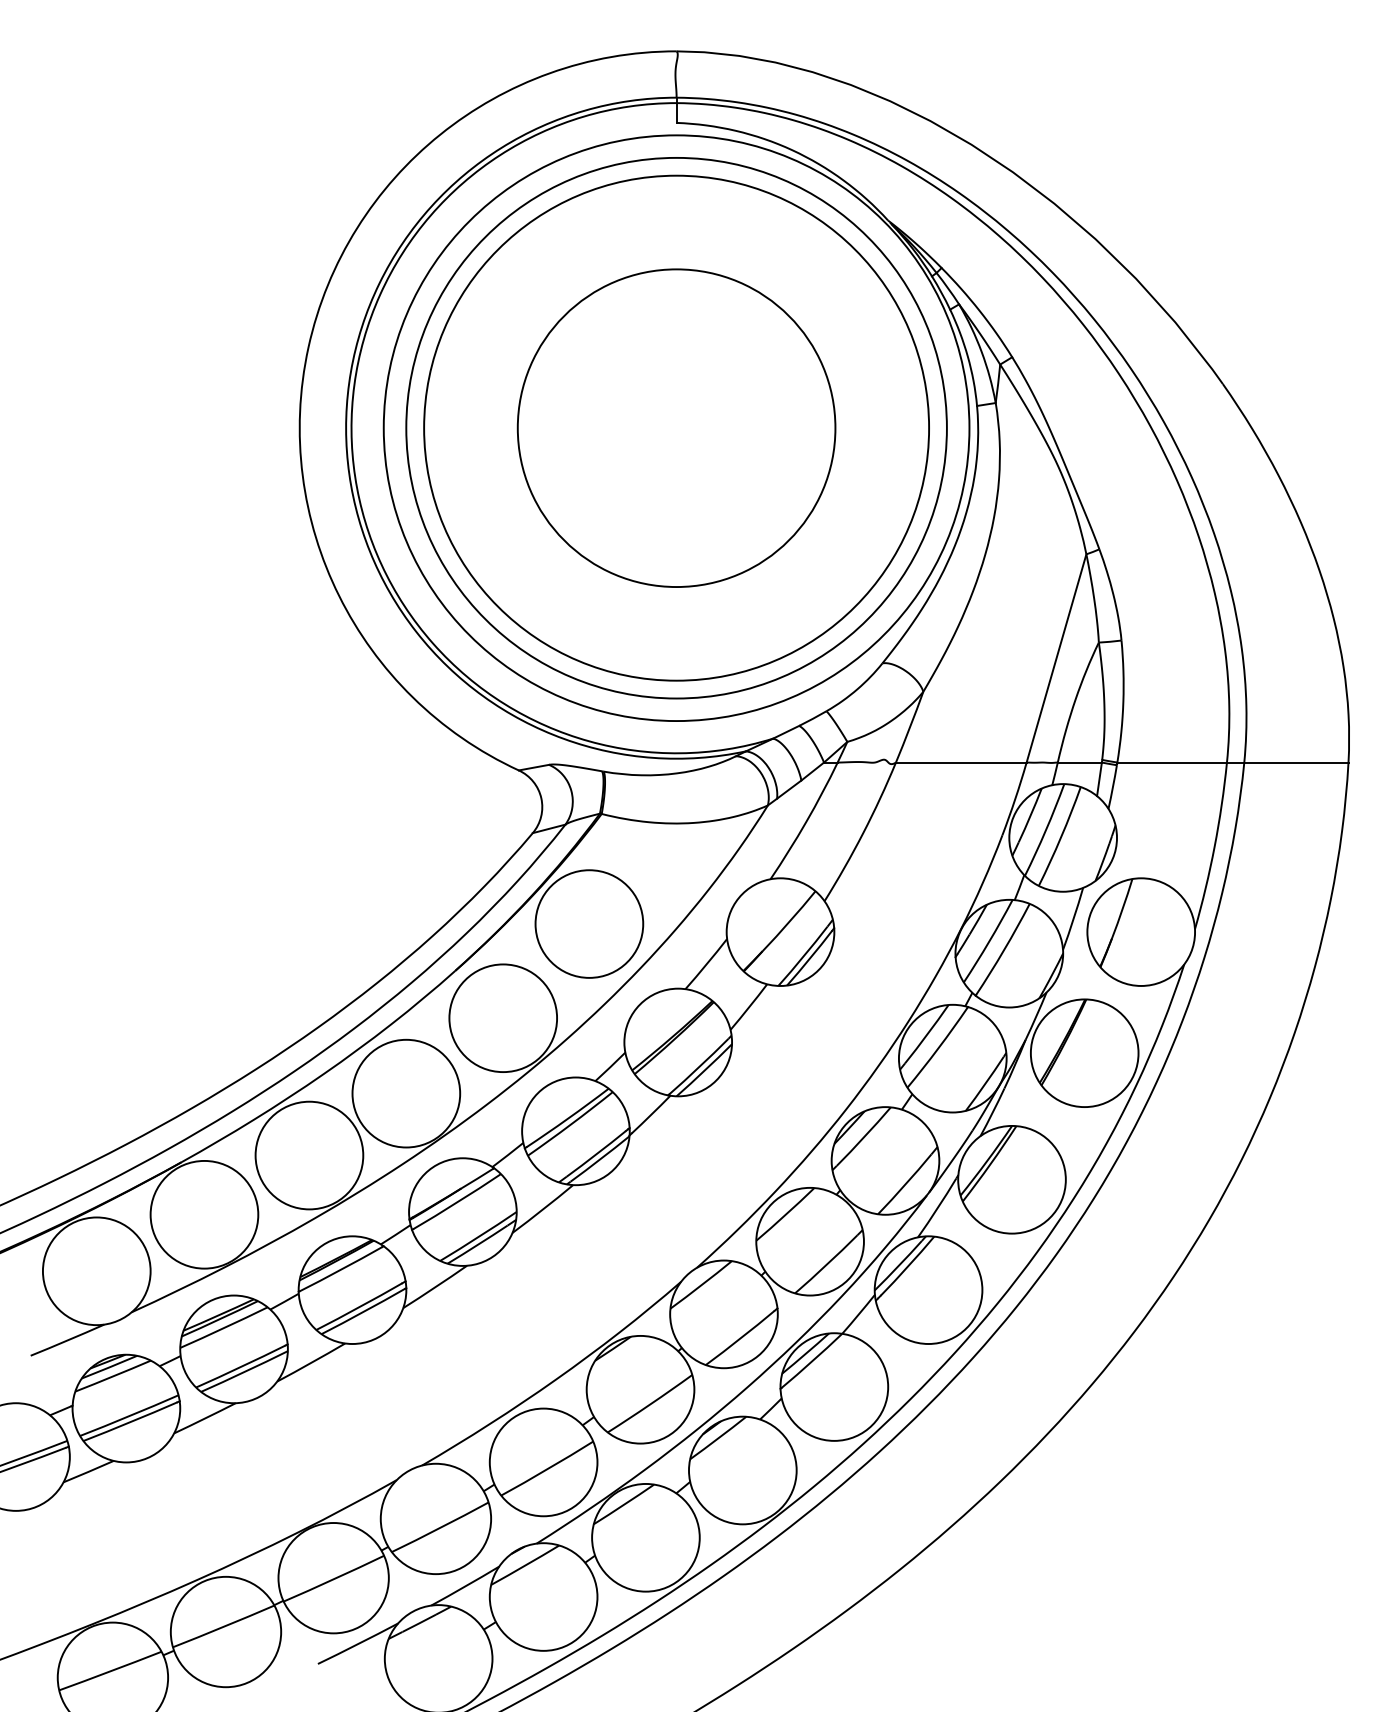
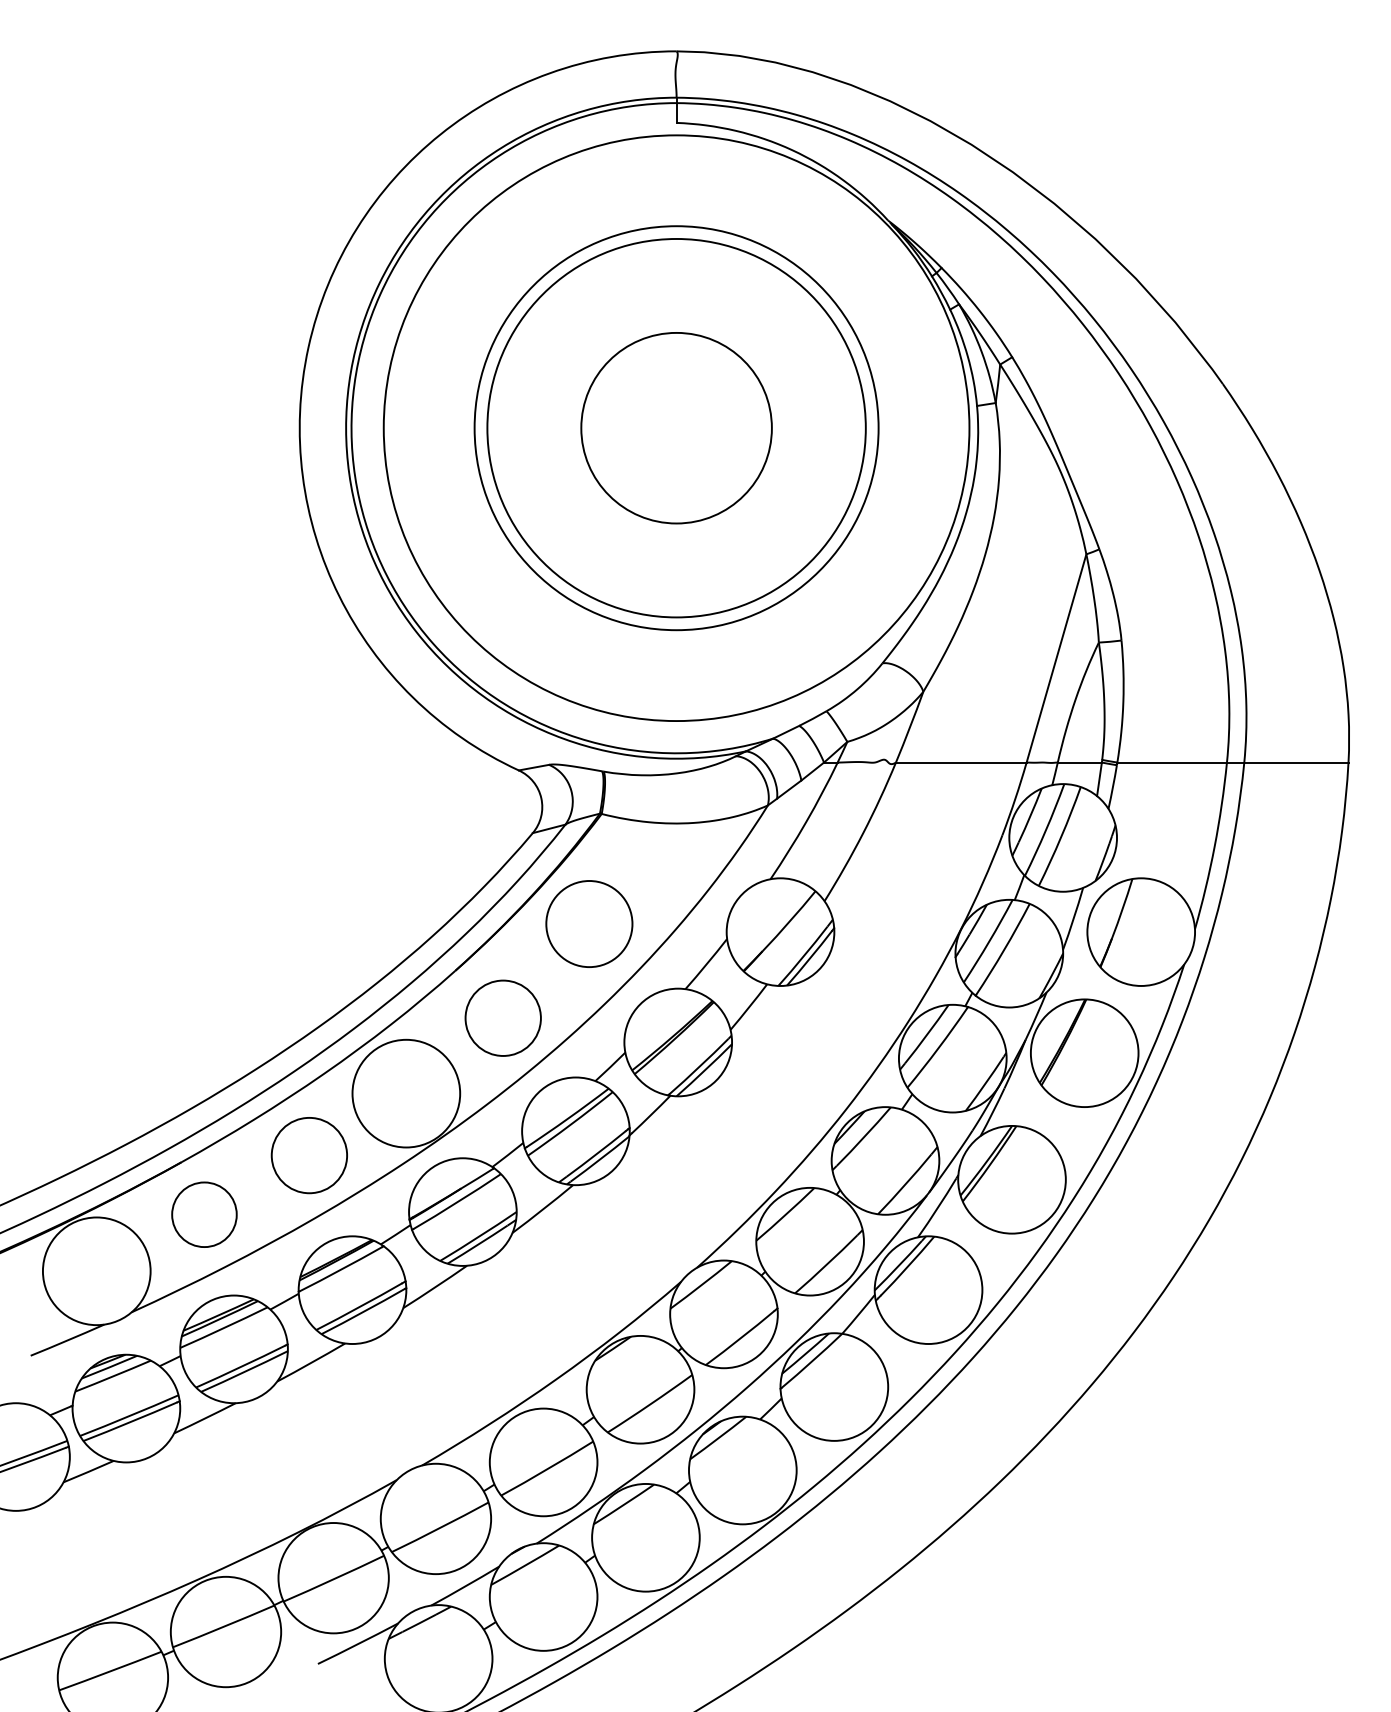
circle at (676, 427) diameter: 505 px -> 404 px
circle at (676, 427) diameter: 541 px -> 378 px
circle at (676, 428) diameter: 318 px -> 191 px
circle at (589, 923) diameter: 108 px -> 86 px
circle at (503, 1018) diameter: 108 px -> 75 px
circle at (309, 1155) diameter: 108 px -> 75 px
circle at (204, 1214) diameter: 108 px -> 65 px
